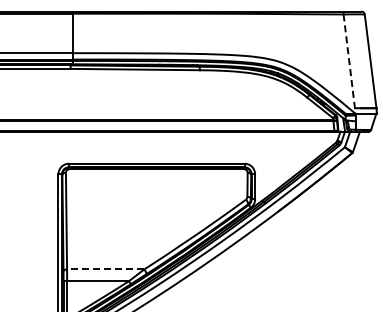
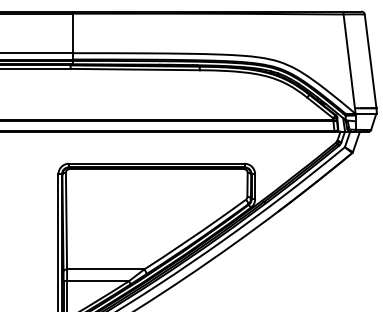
line at (349, 64): dashed -> solid
line at (105, 269): dashed -> solid
